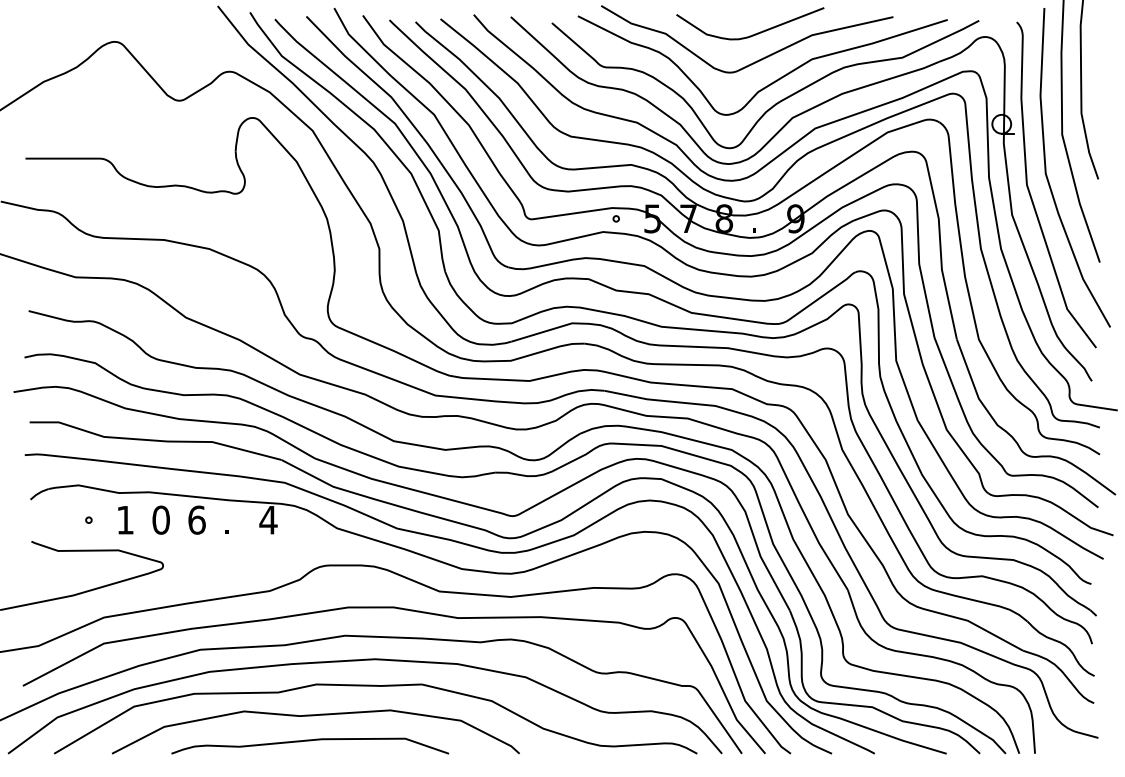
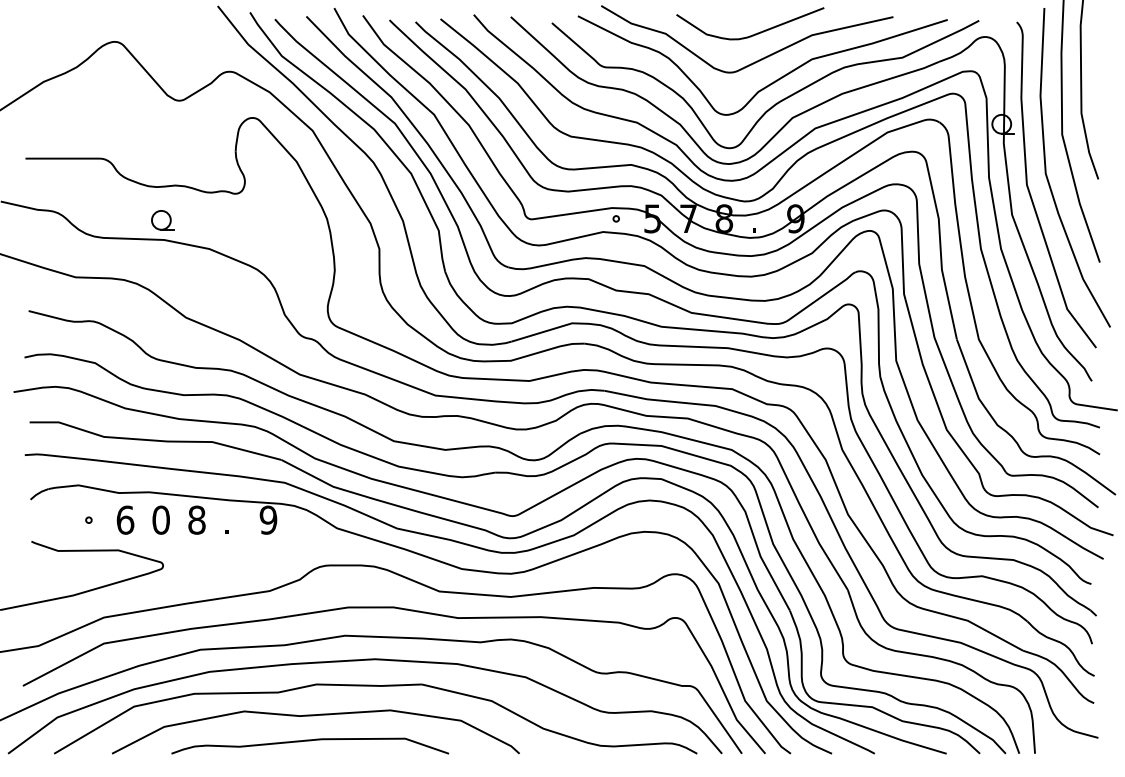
part at (162, 220): none -> present
text at (125, 519): 1 -> 6
text at (196, 519): 6 -> 8
text at (268, 519): 4 -> 9
